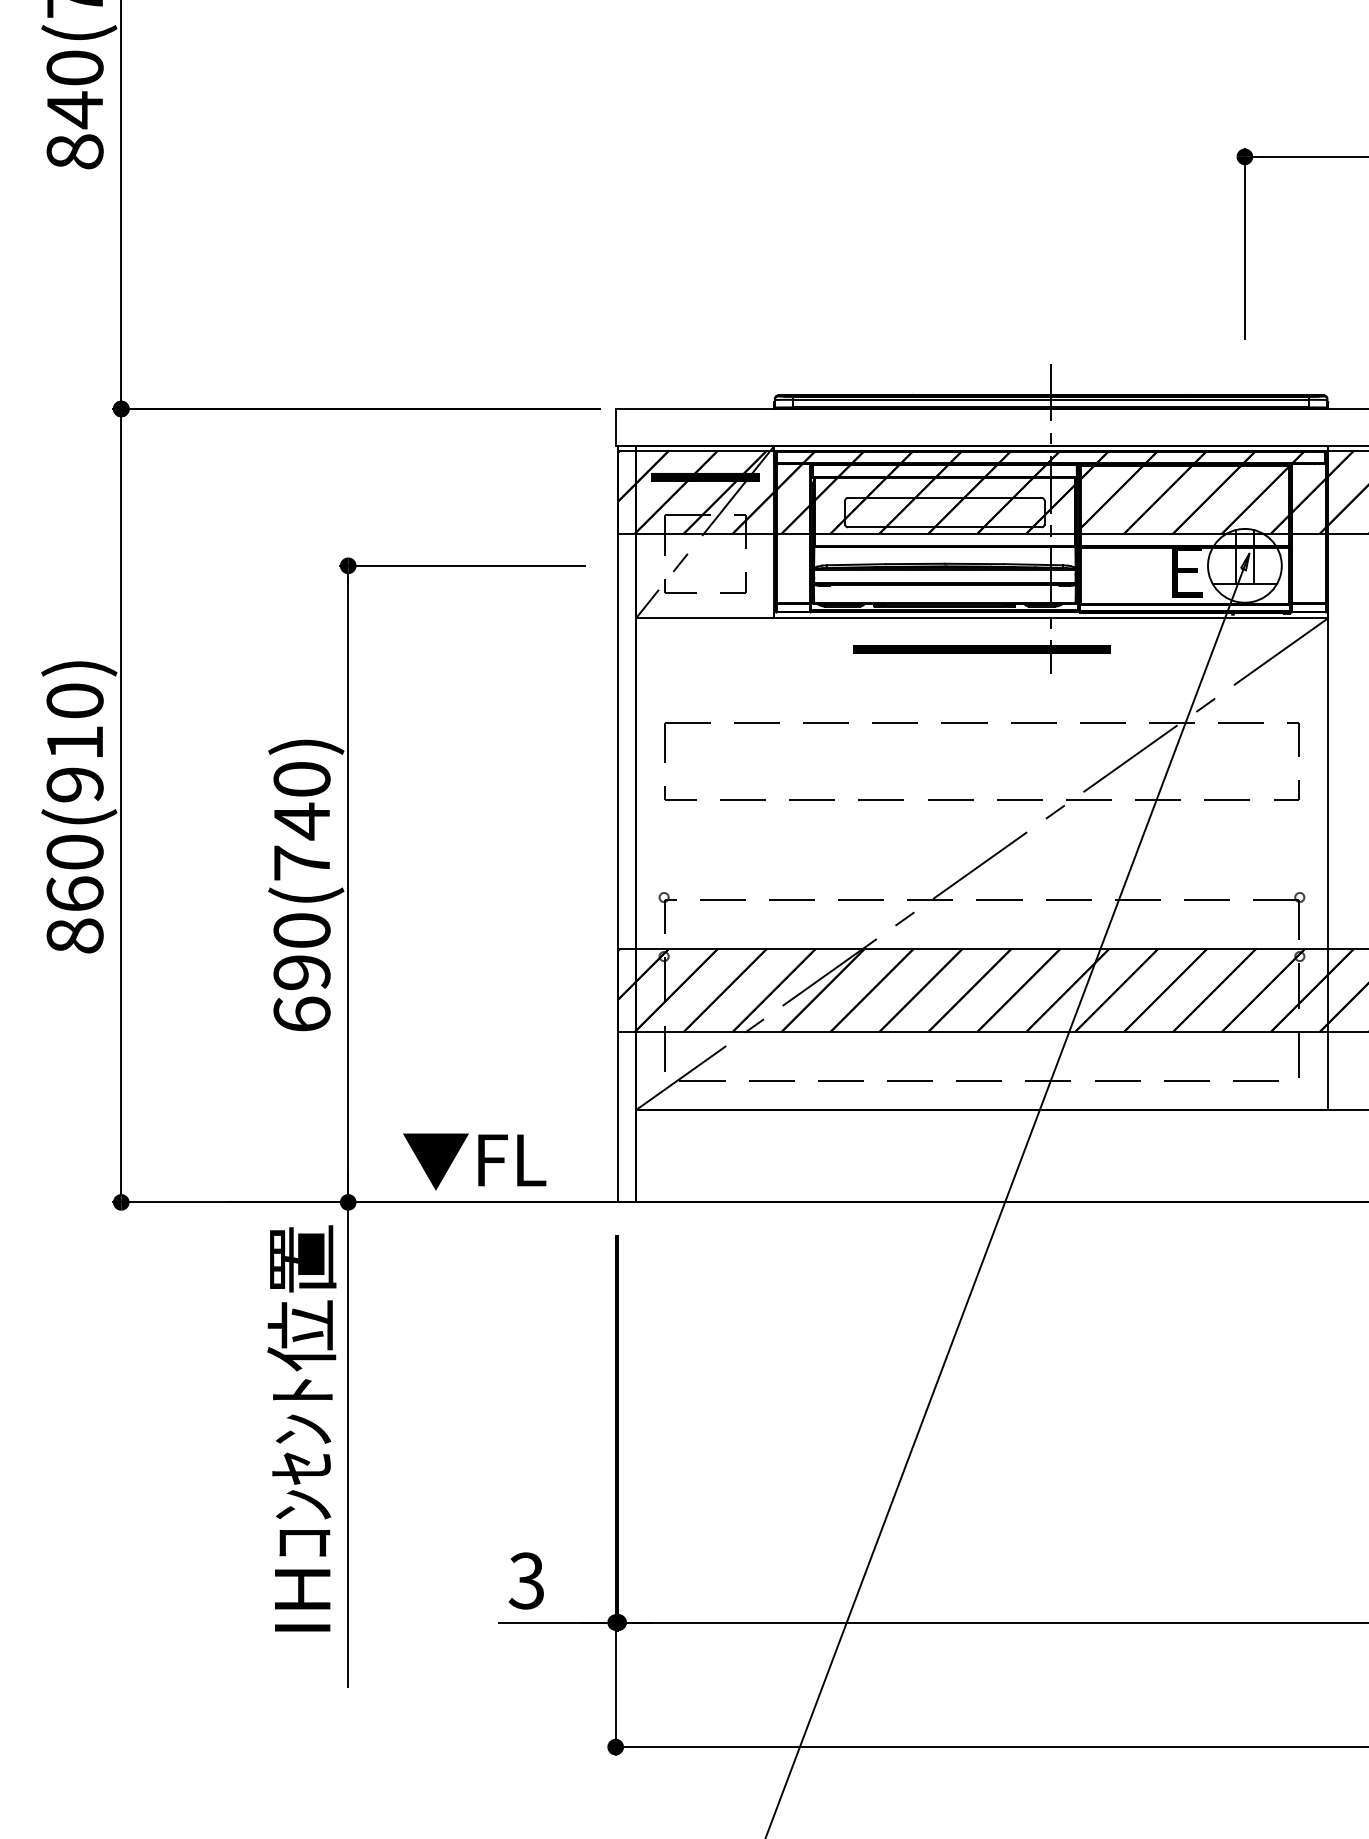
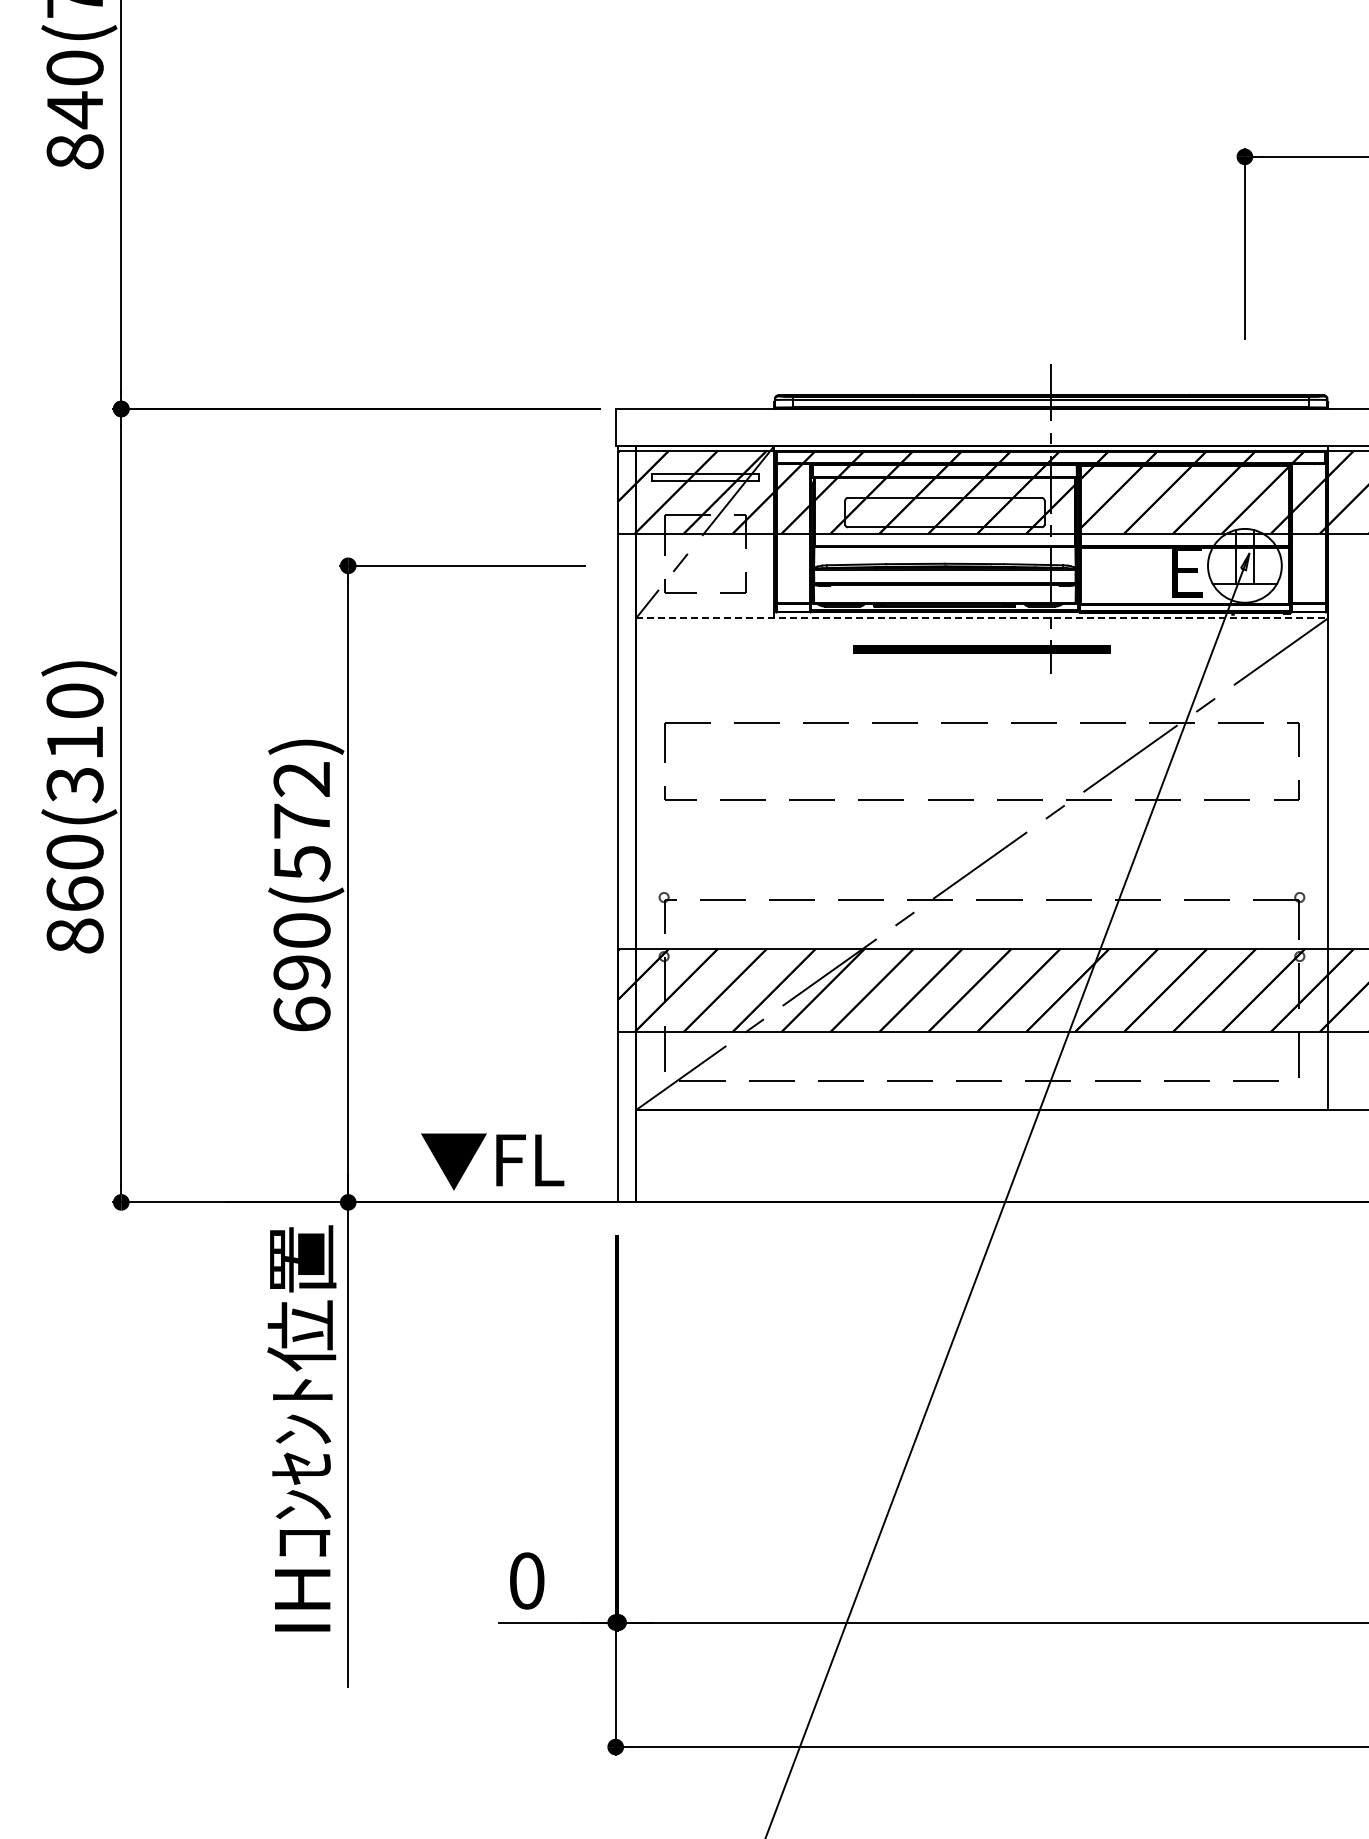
hatch at (704, 476): present -> none
line at (981, 618): solid -> dashed
text at (74, 785): 860(910) -> 860(310)
text at (301, 821): 690(740) -> 690(572)
text at (474, 1161) position: (474, 1161) -> (492, 1161)
text at (526, 1580): 3 -> 0
